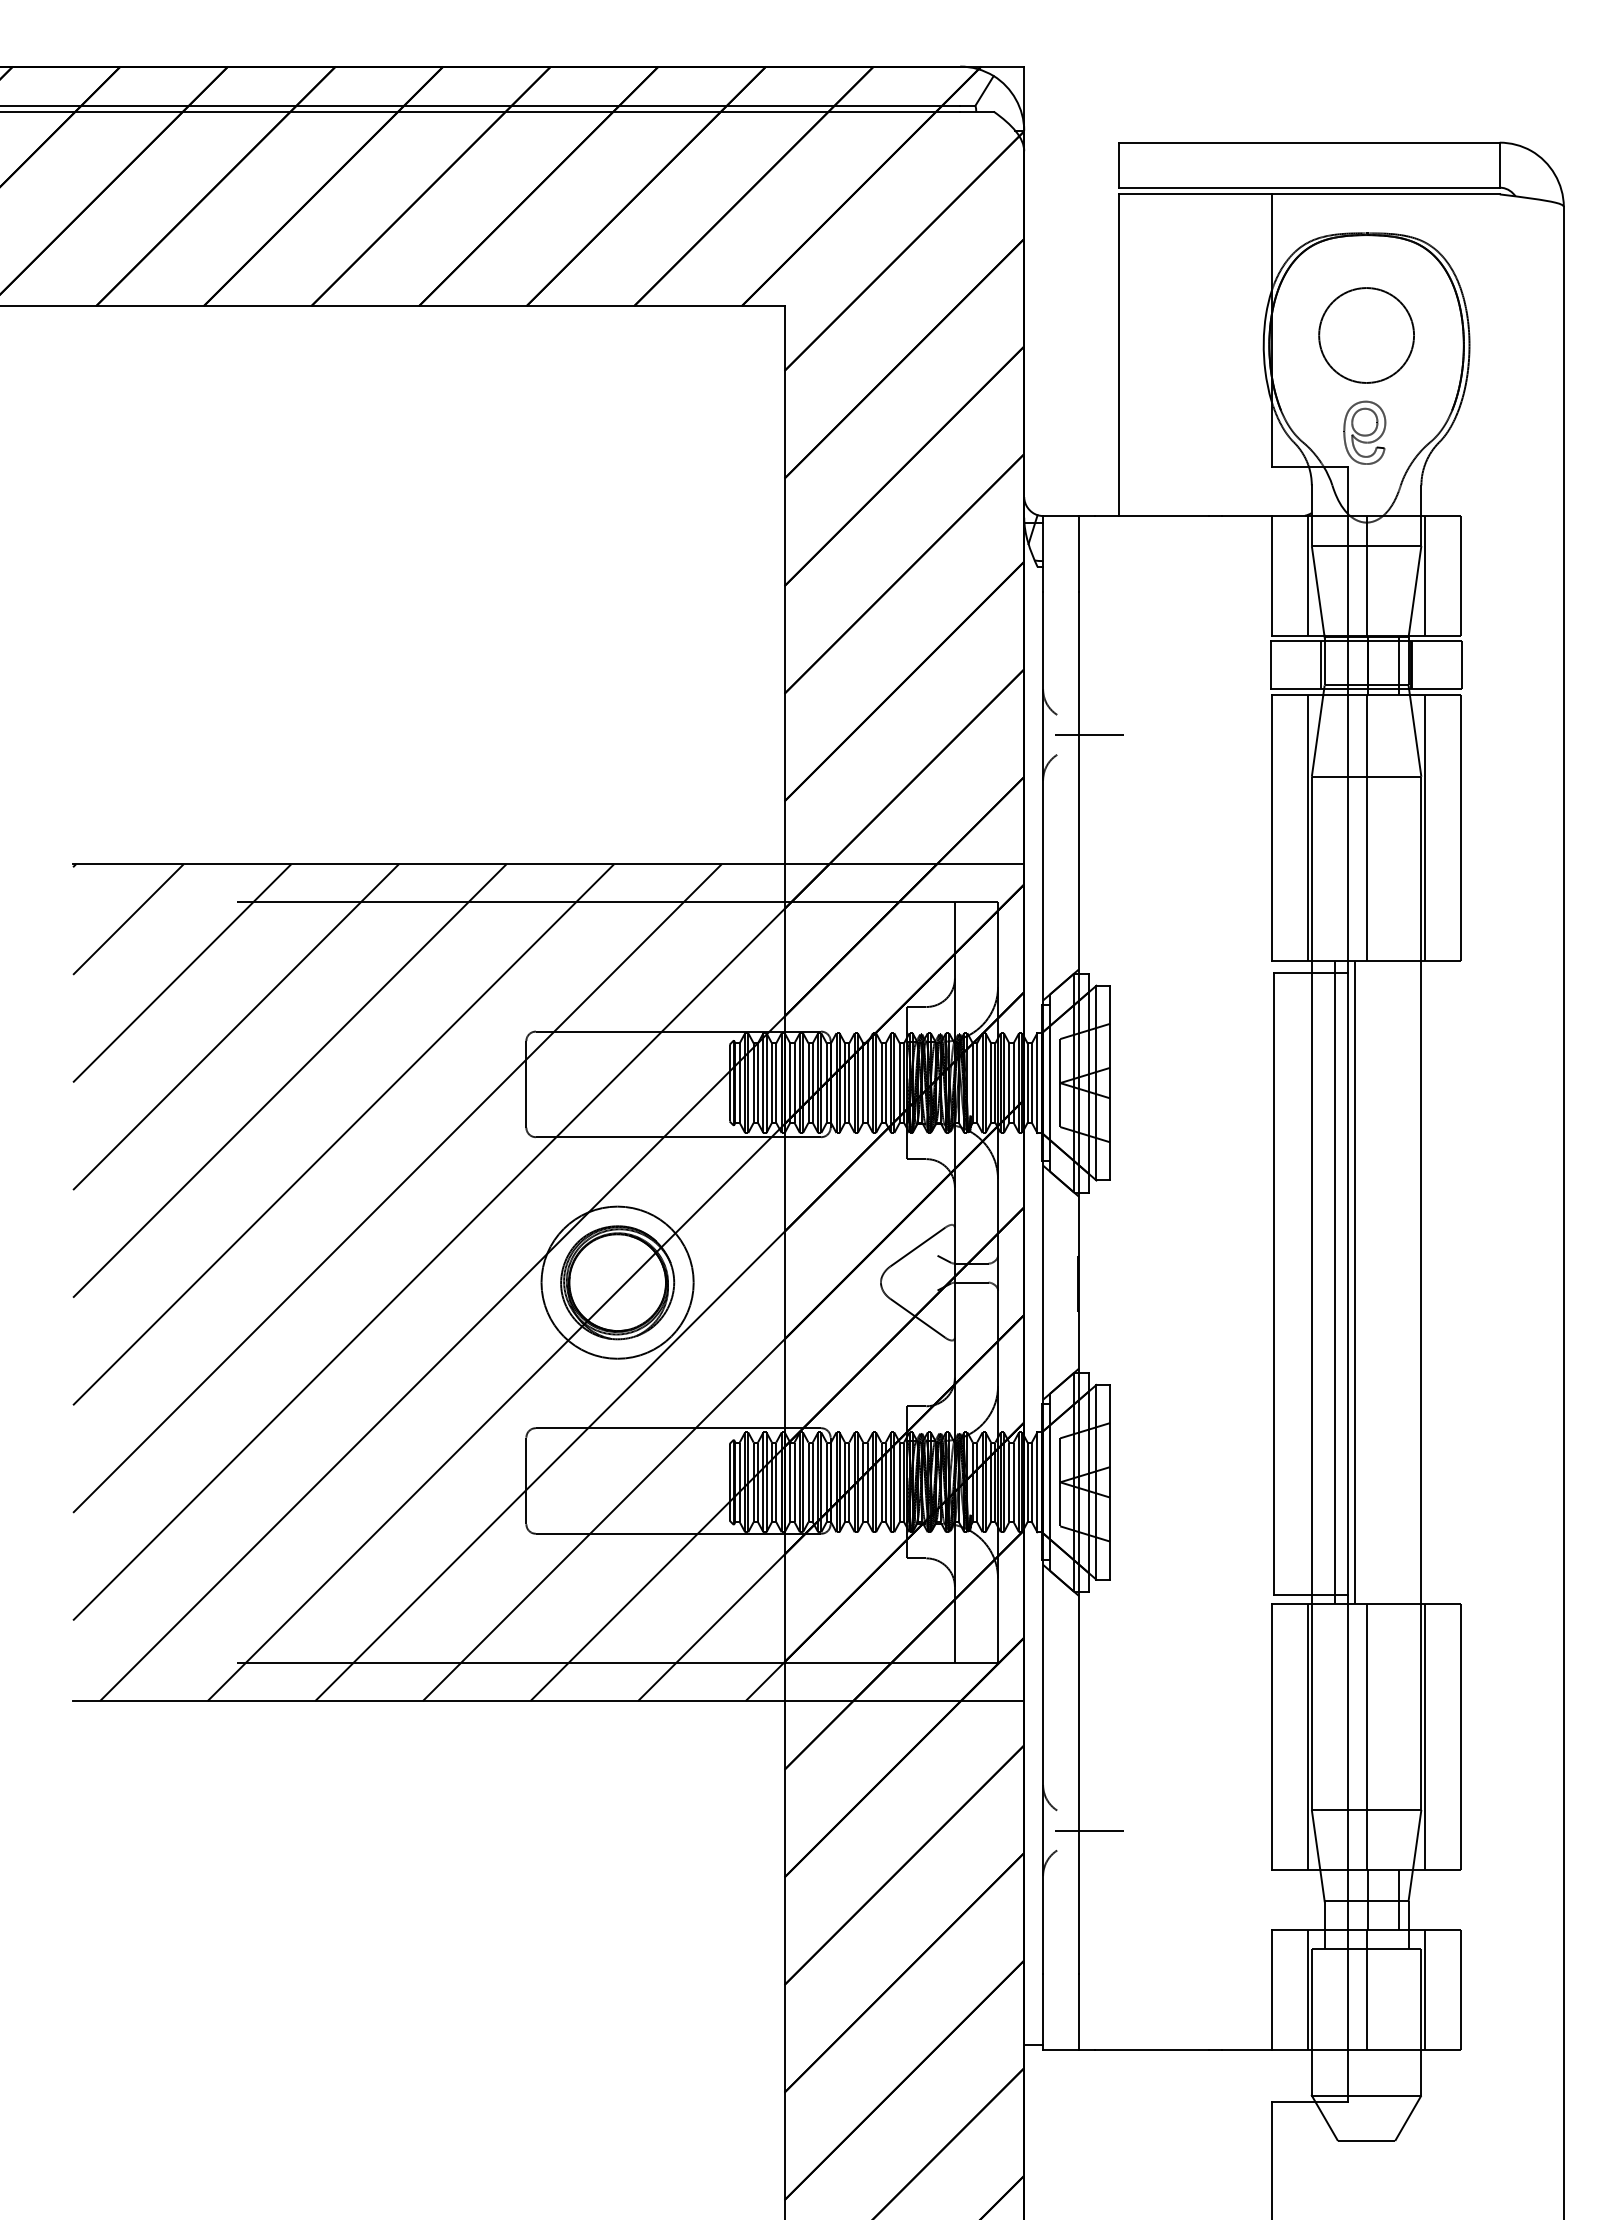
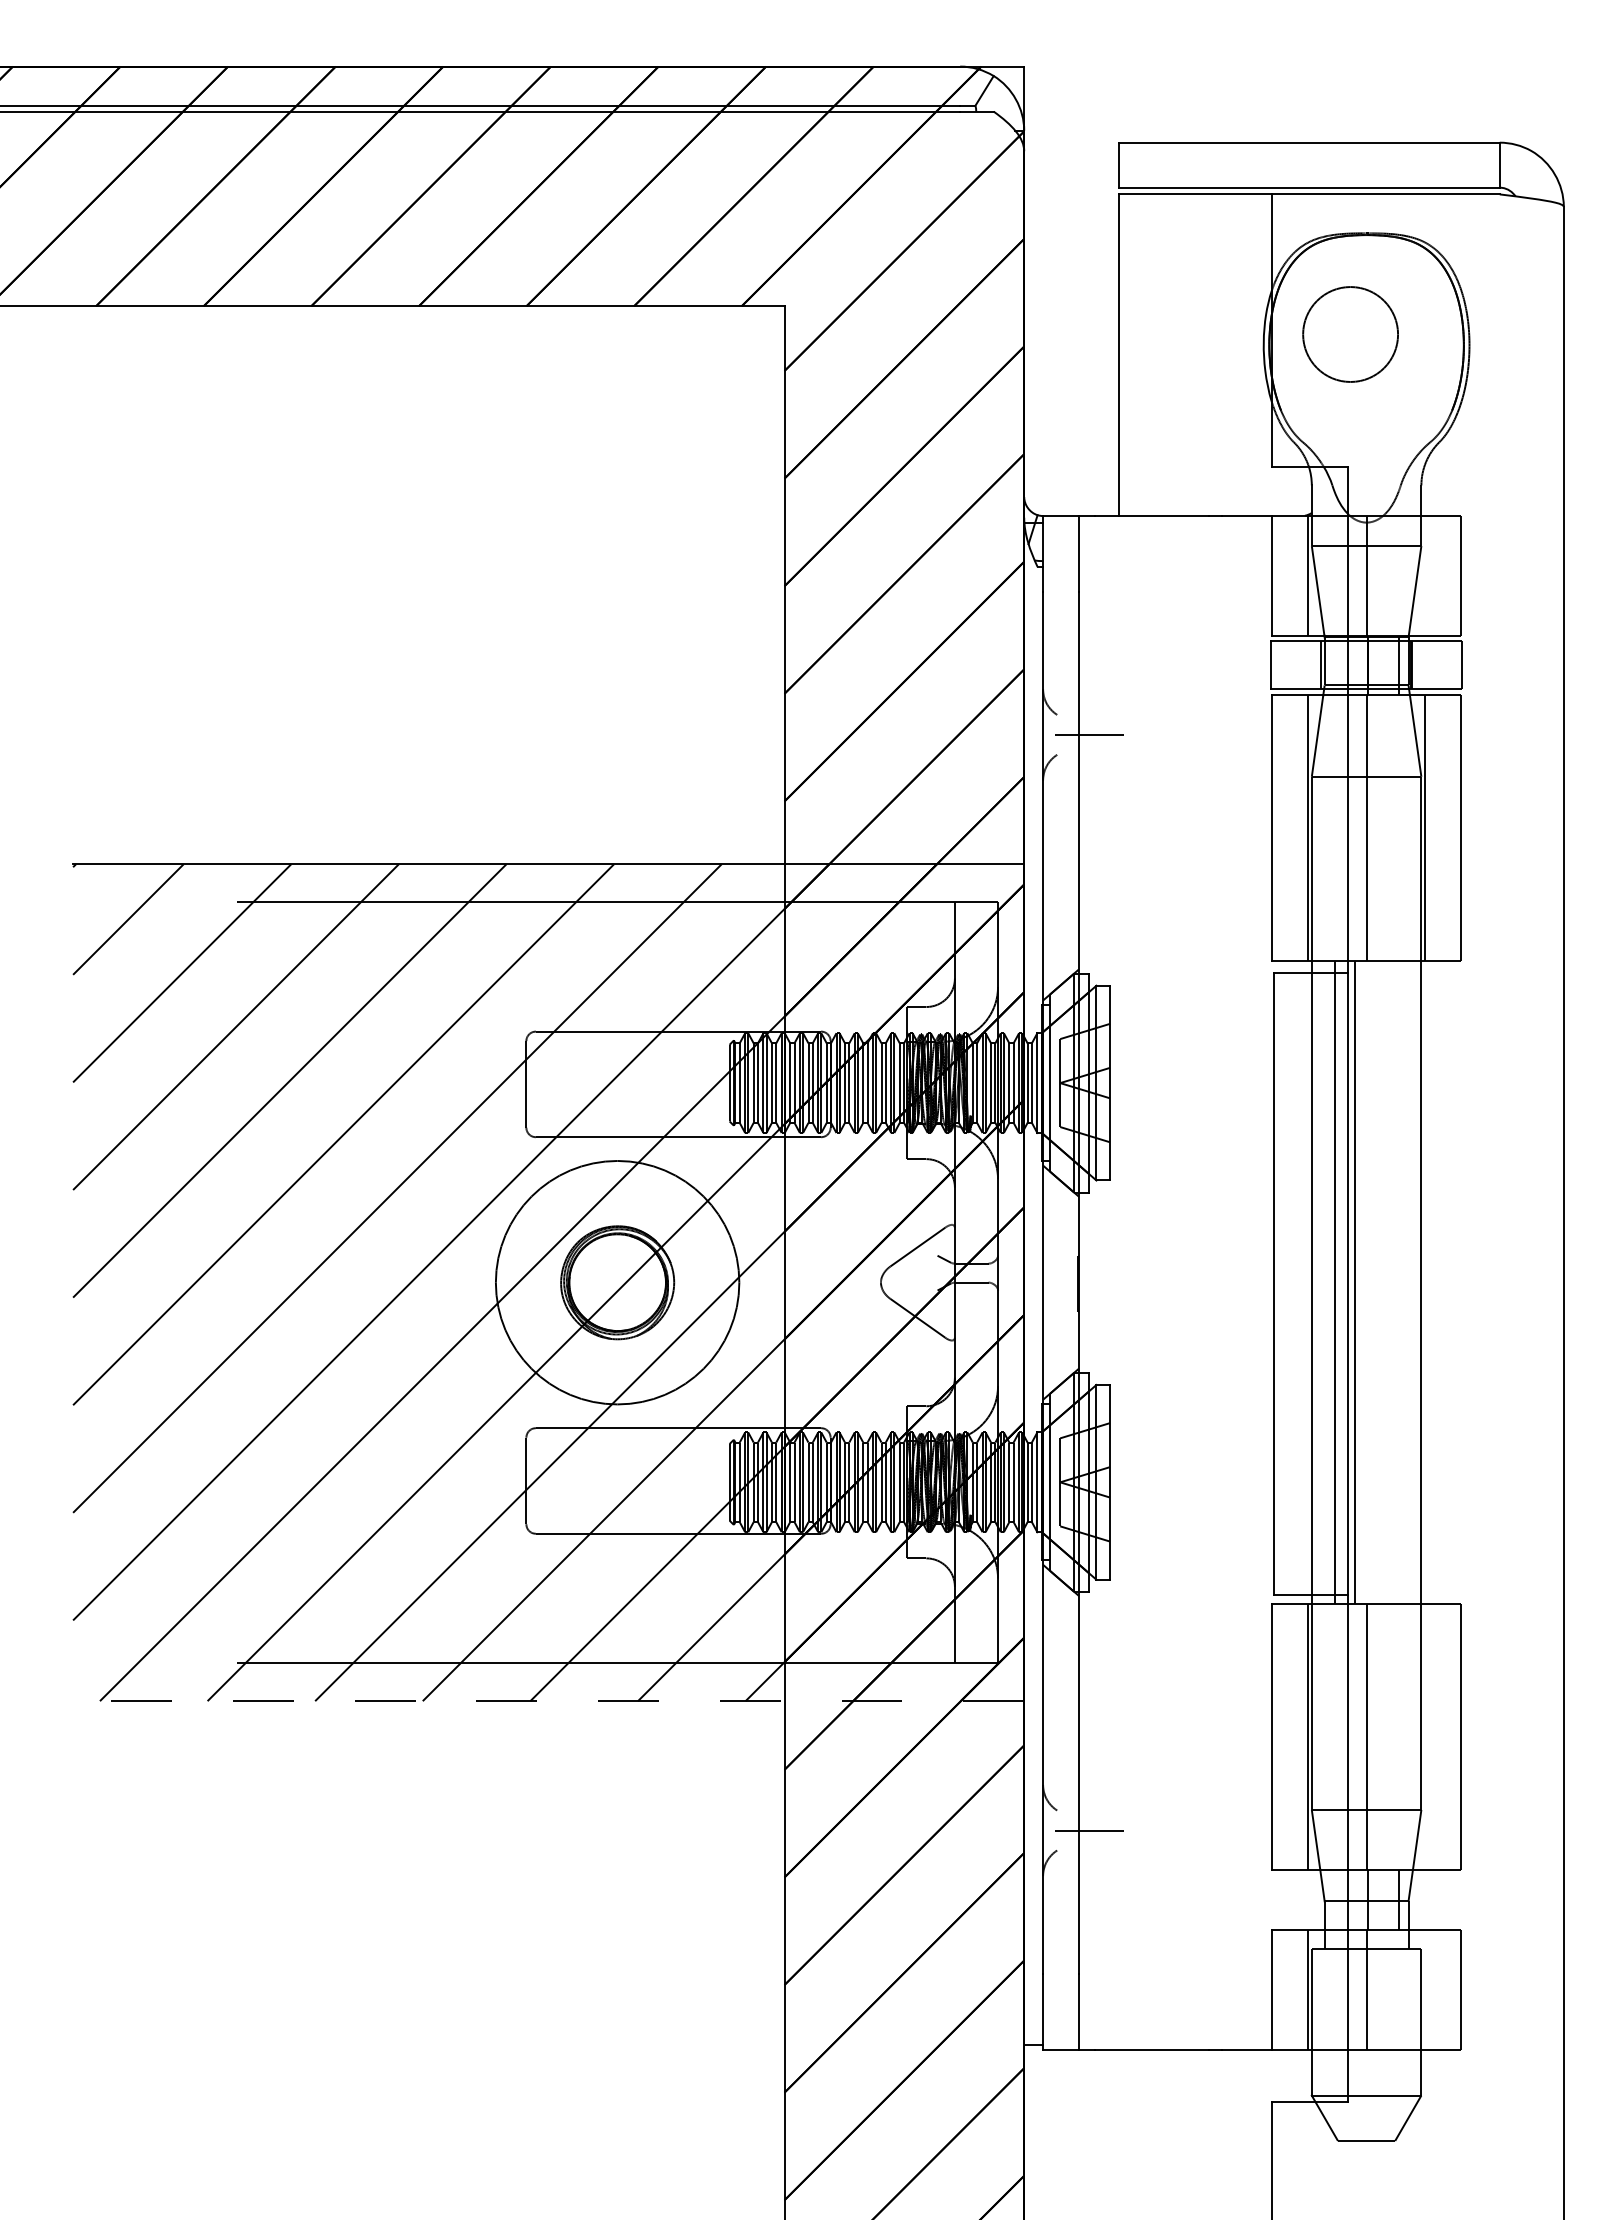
circle at (1366, 335) position: (1366, 335) -> (1350, 334)
part at (1364, 432): present -> none
line at (1425, 575): present -> none
circle at (617, 1282) diameter: 152 px -> 243 px
line at (548, 1701): solid -> dashed
line at (1425, 1736): present -> none
line at (1425, 1989): present -> none
